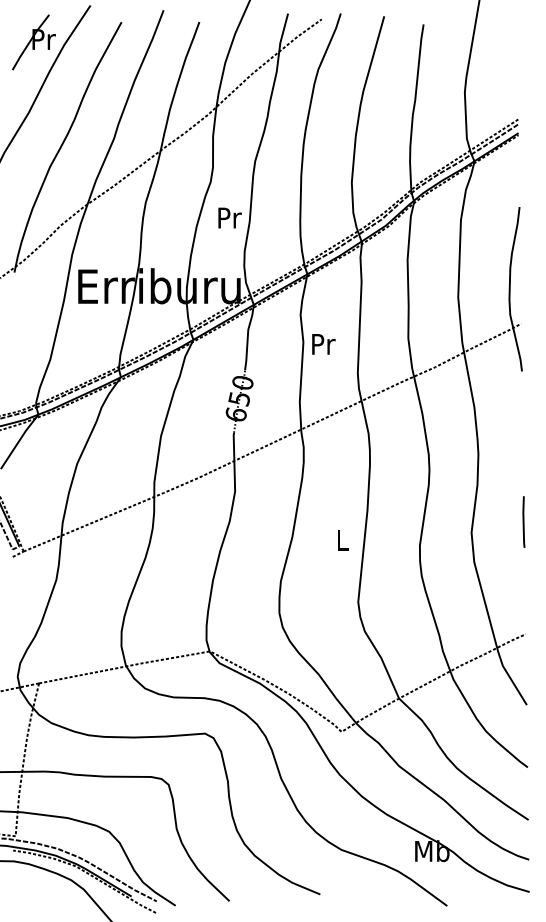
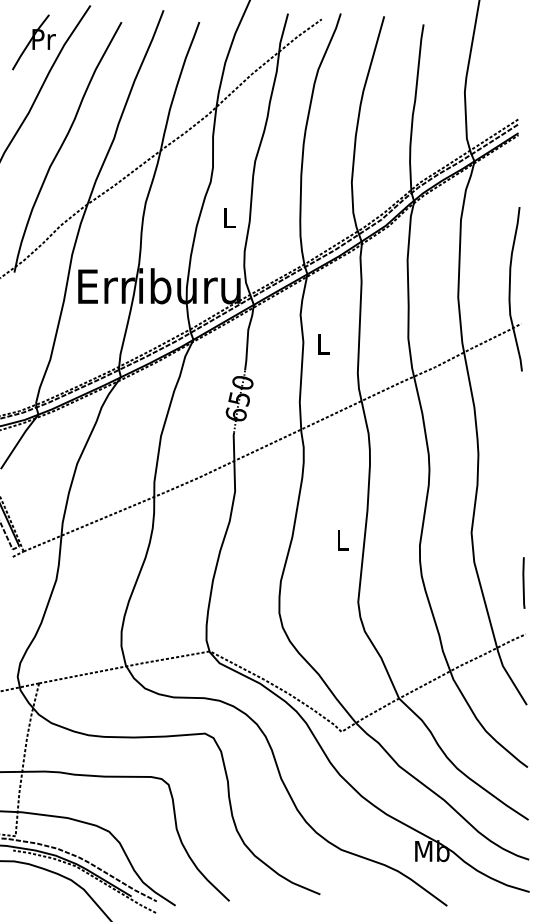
text at (229, 217): Pr -> L
text at (323, 344): Pr -> L
line at (523, 521) position: (523, 521) -> (523, 582)
